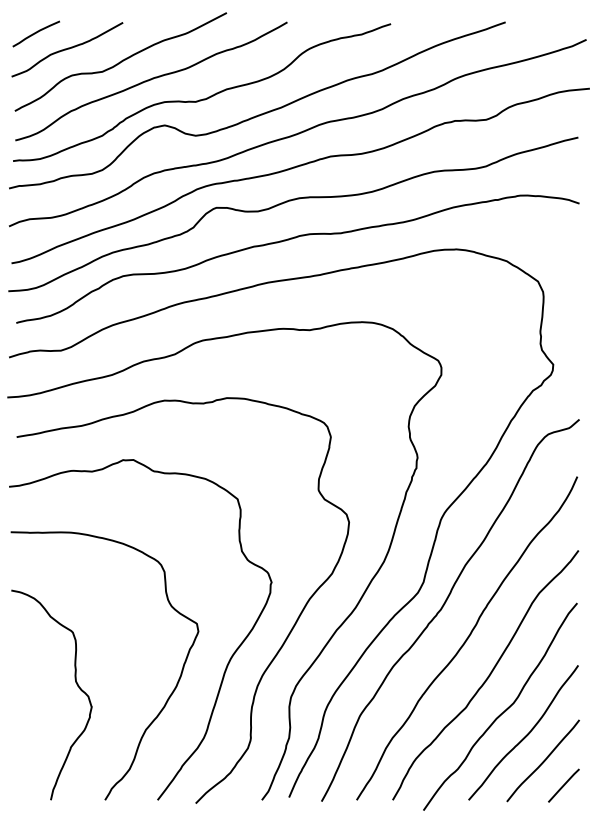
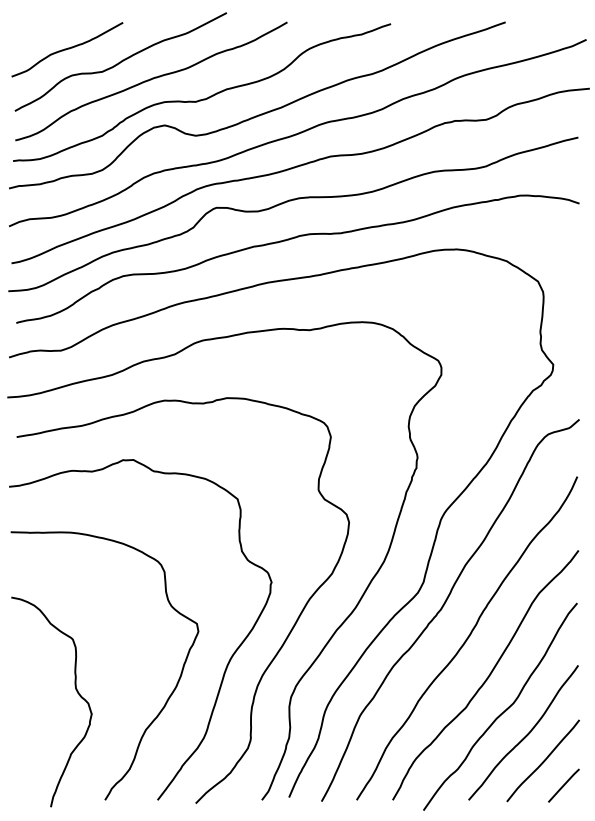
curve at (35, 33): present -> none
curve at (75, 682) position: (75, 682) -> (75, 689)
